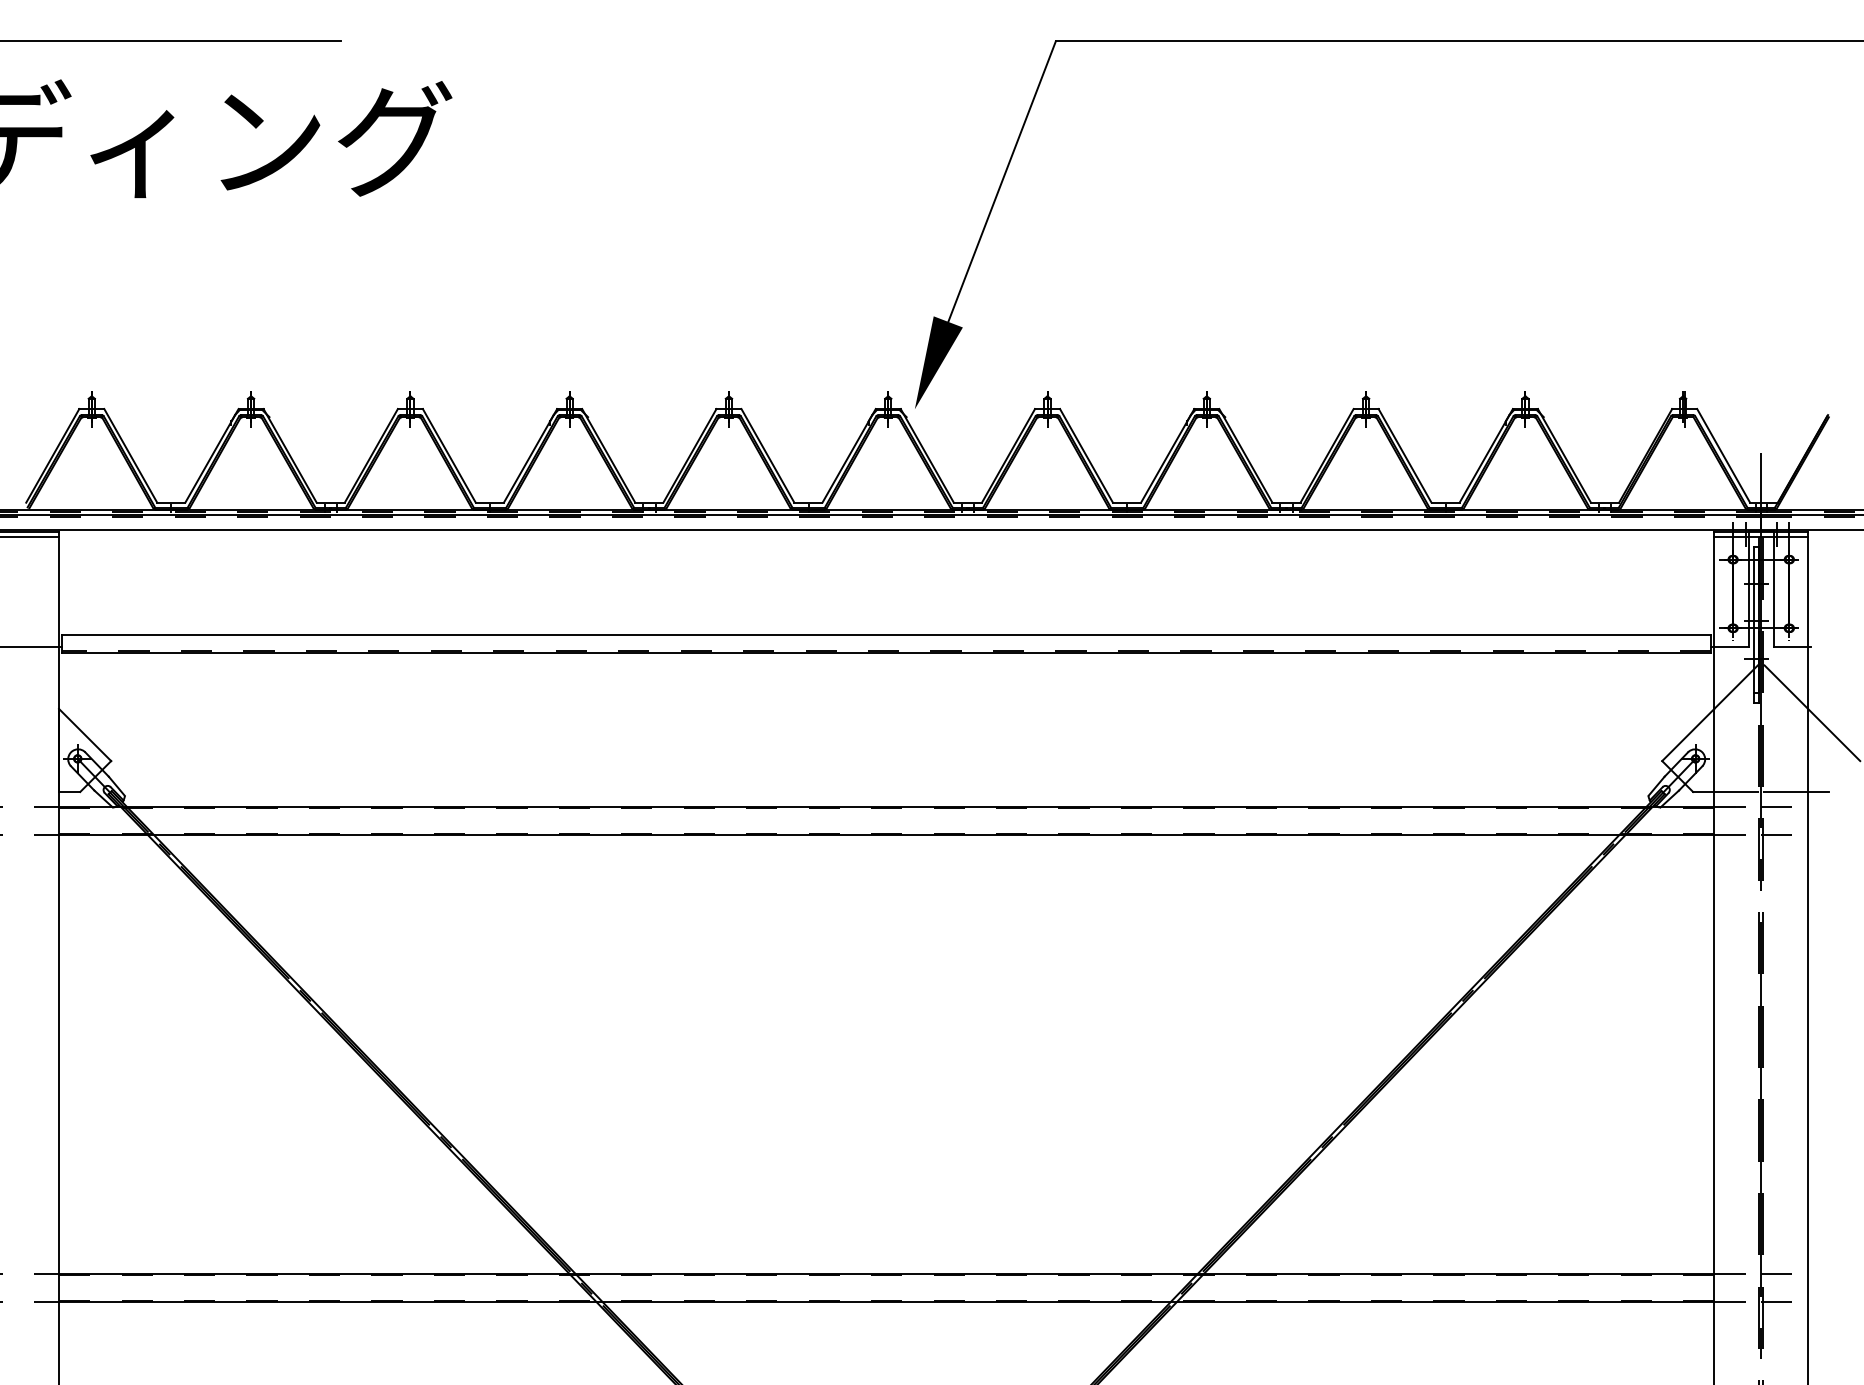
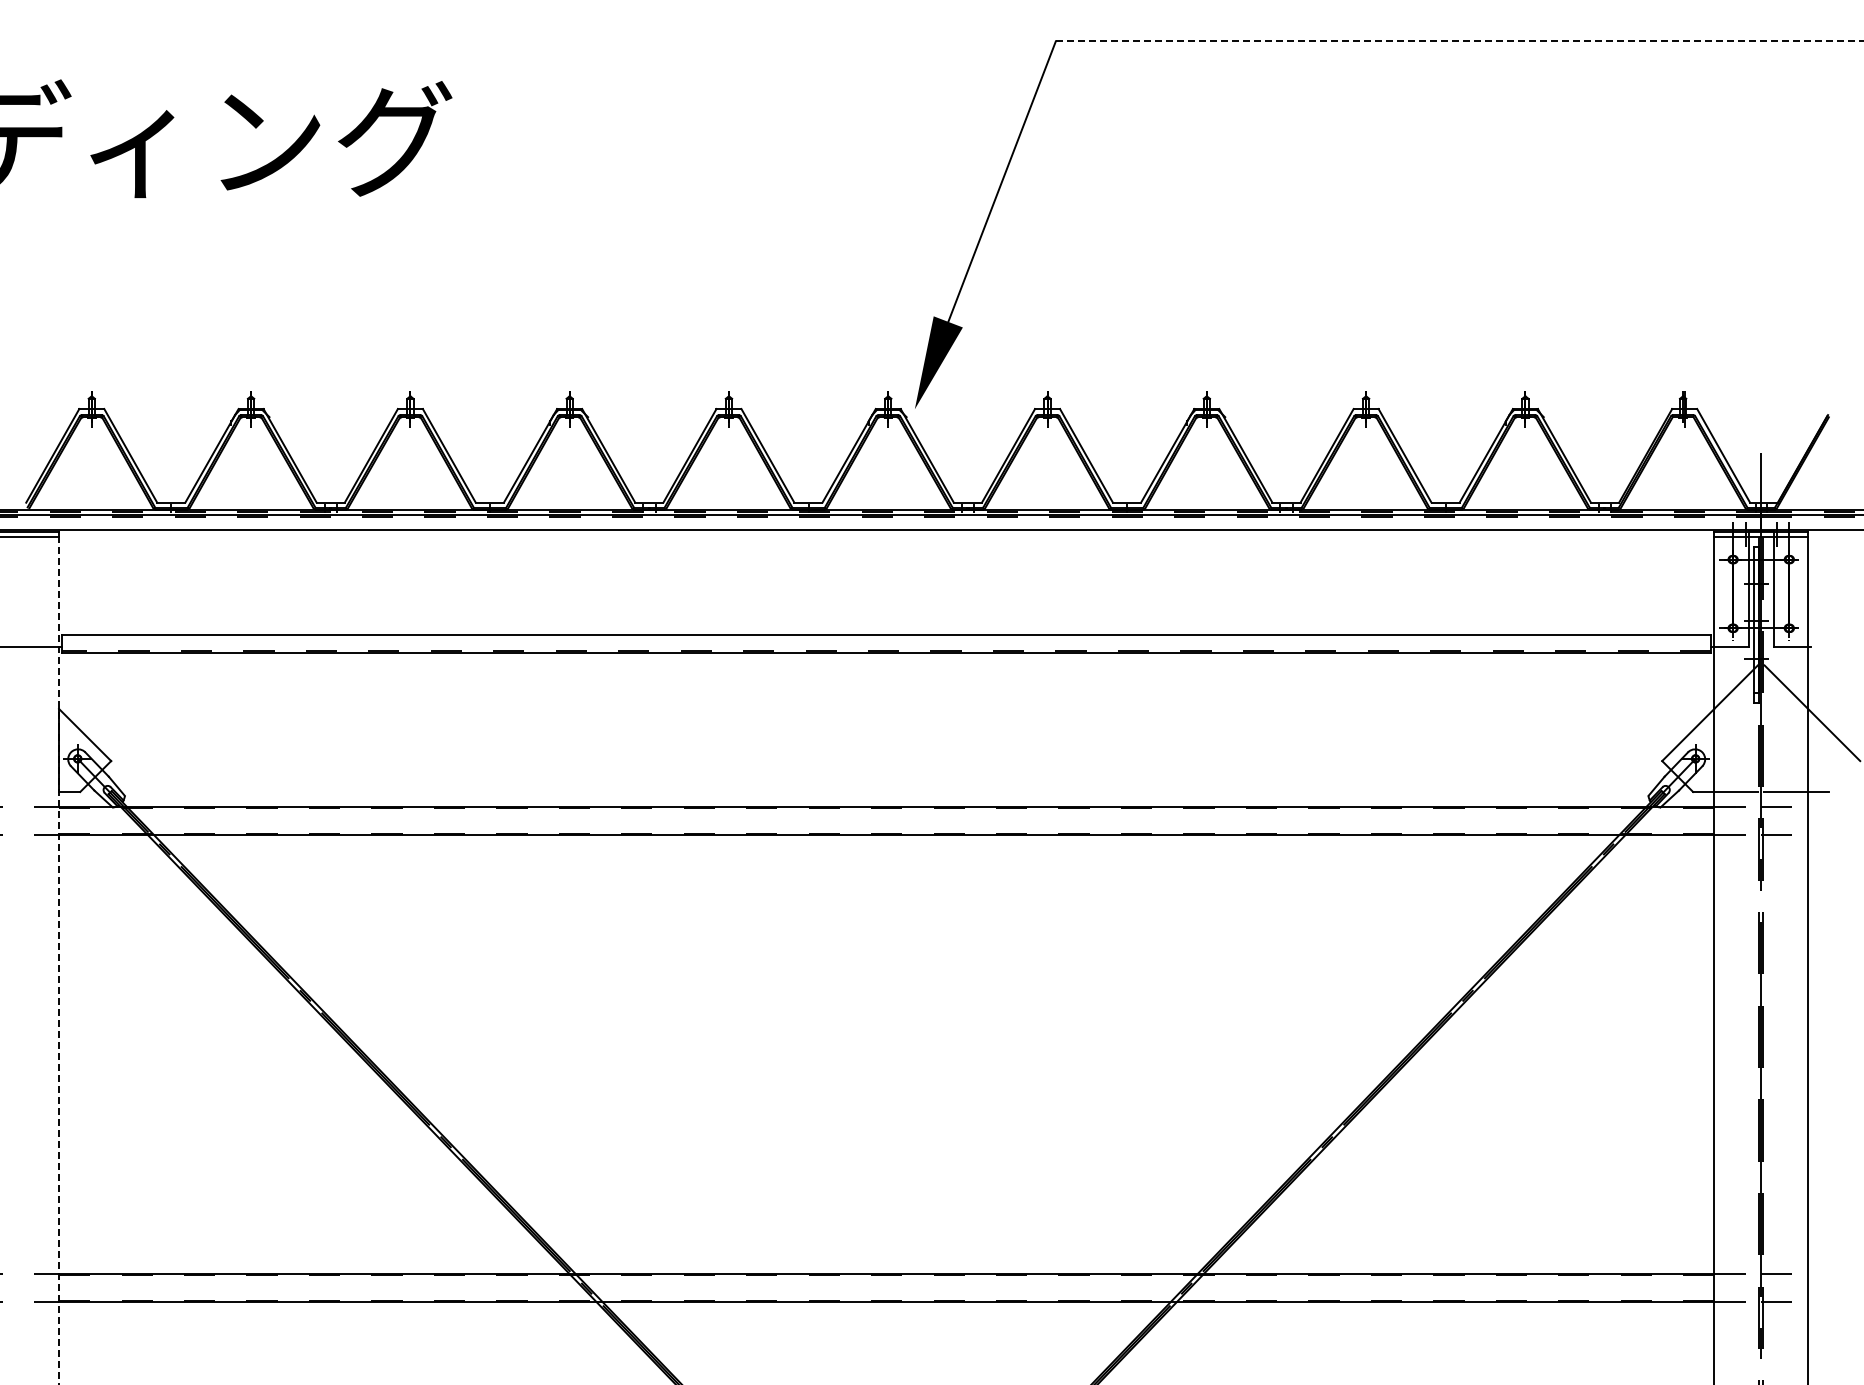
line at (171, 41): present -> none
line at (1459, 41): solid -> dashed
line at (59, 960): solid -> dashed
